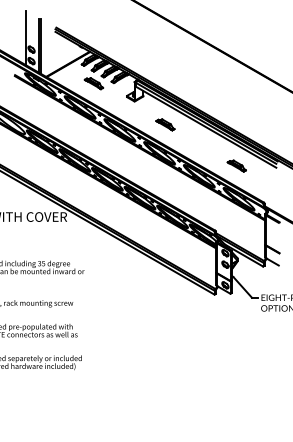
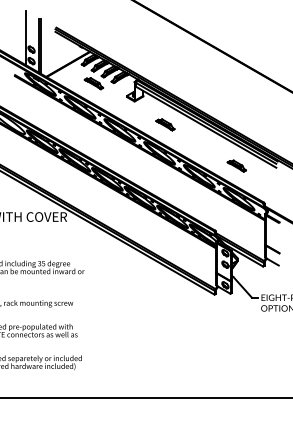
line at (145, 398): none -> present
